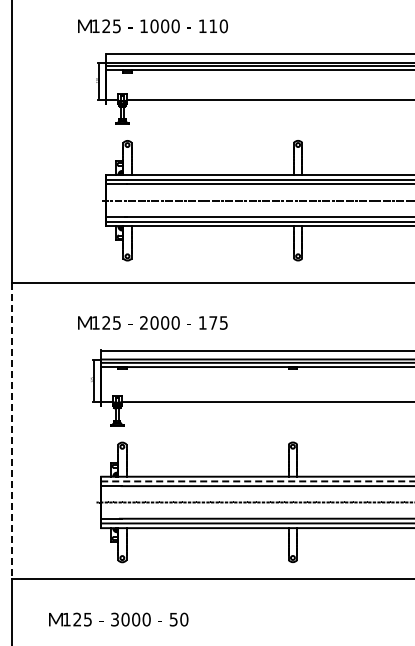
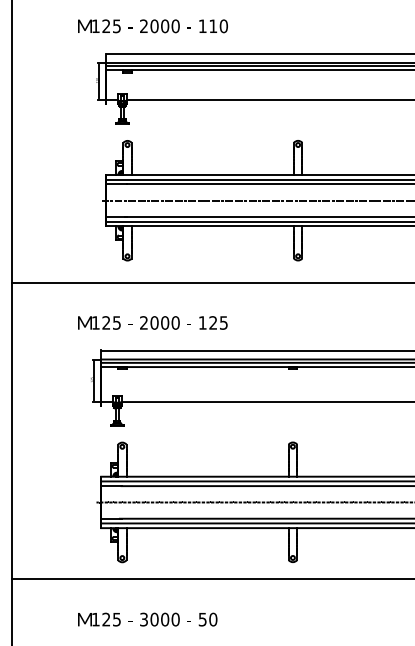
text at (143, 25): 1000 -> 2000
text at (213, 322): 175 -> 125
line at (12, 431): dashed -> solid
line at (258, 481): dashed -> solid
text at (118, 619) position: (118, 619) -> (147, 619)
